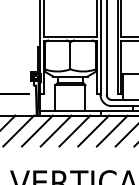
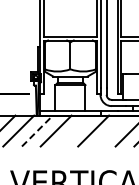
line at (74, 130): present -> none
line at (111, 130): present -> none
line at (37, 131): solid -> dashed
